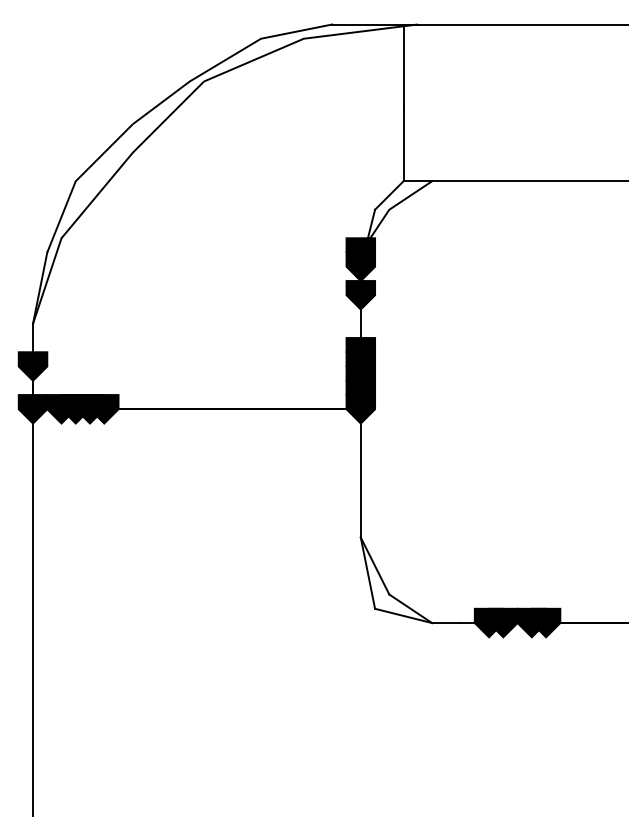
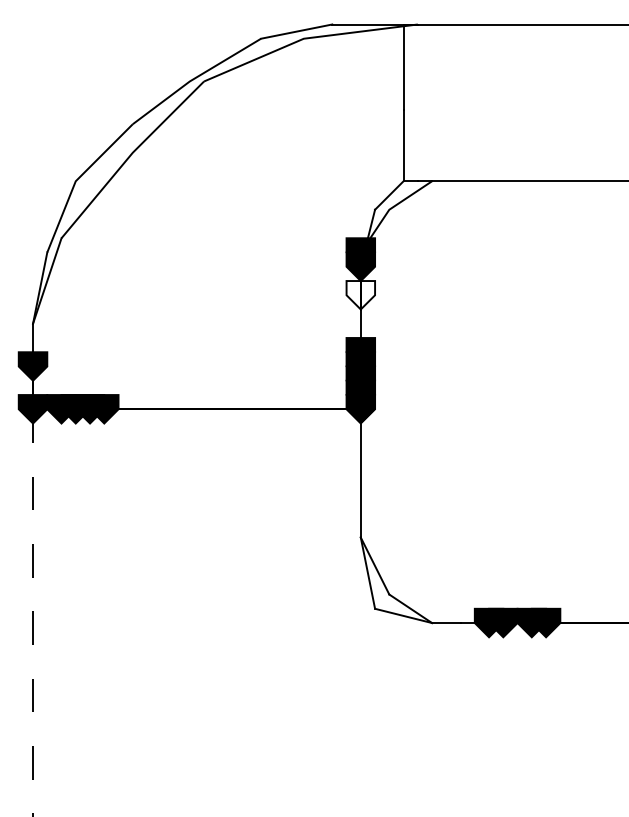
fill at (360, 295): present -> none
line at (33, 613): solid -> dashed
